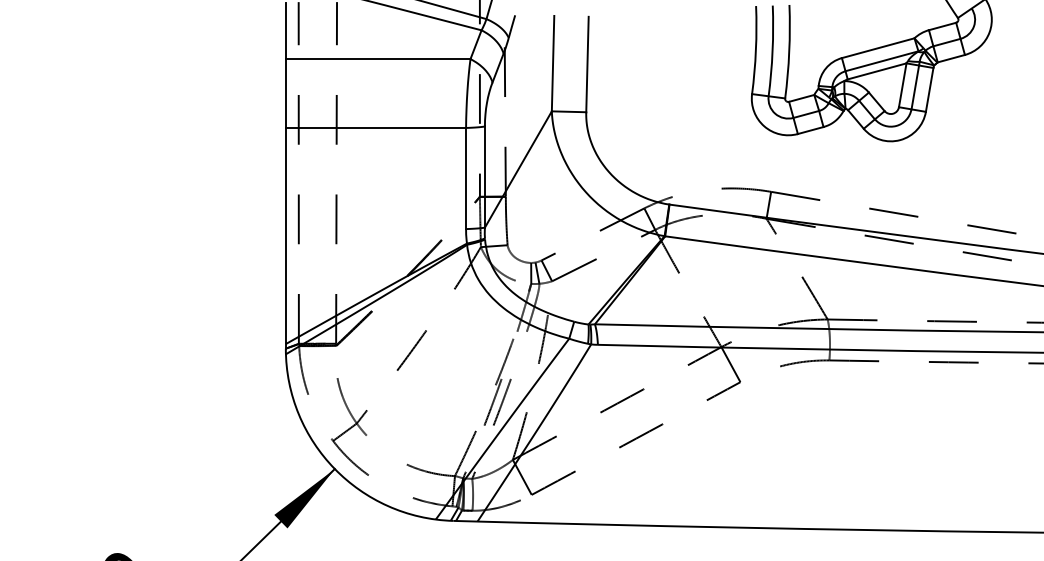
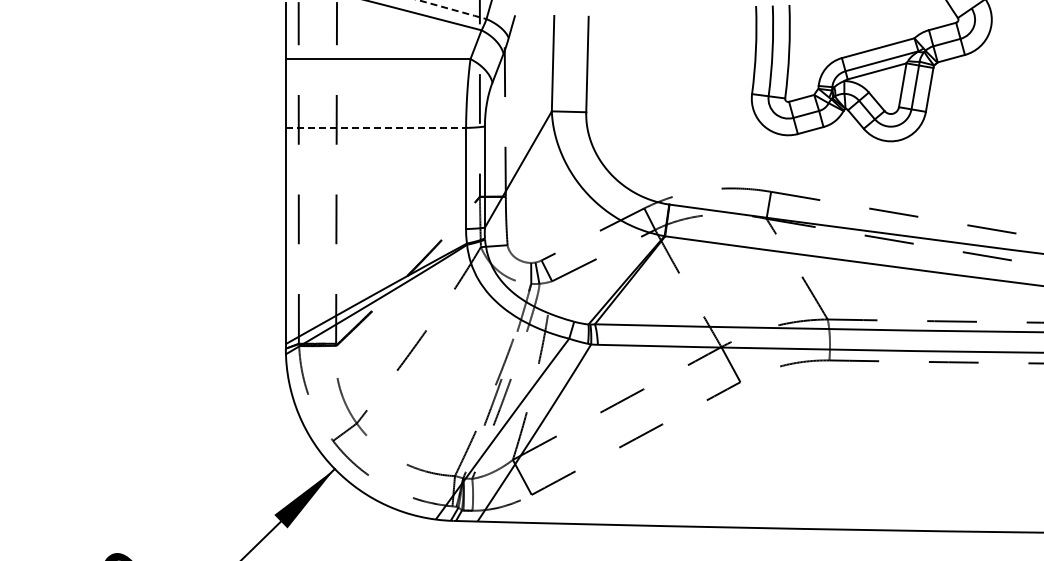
arc at (452, 9): solid -> dashed
line at (376, 127): solid -> dashed
